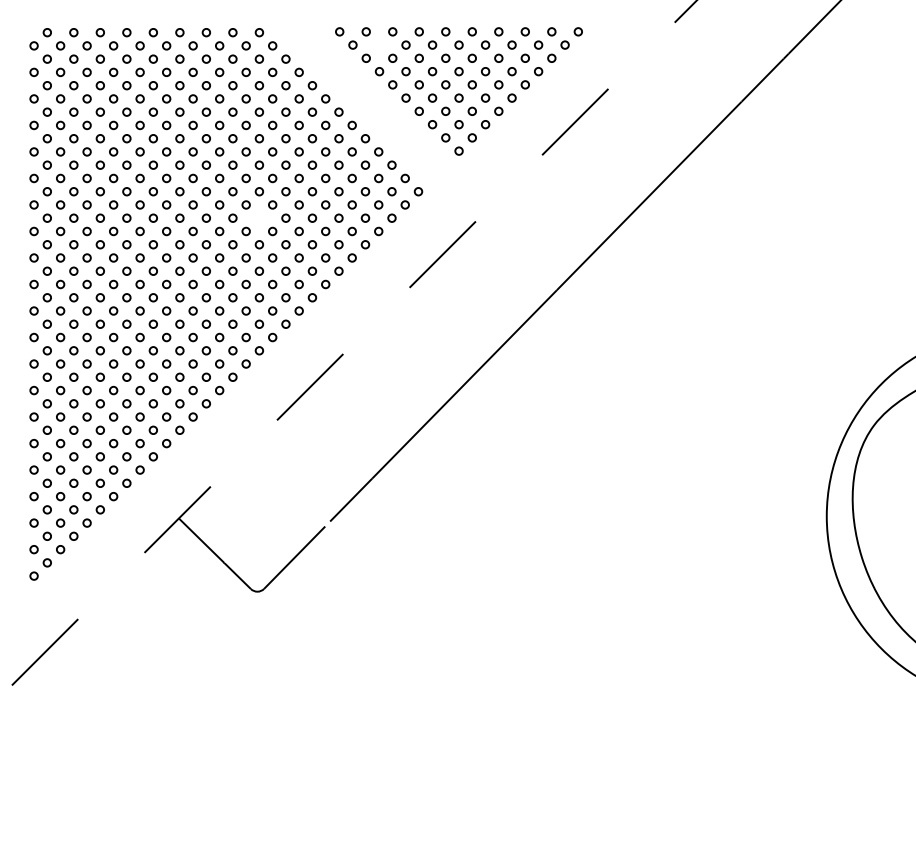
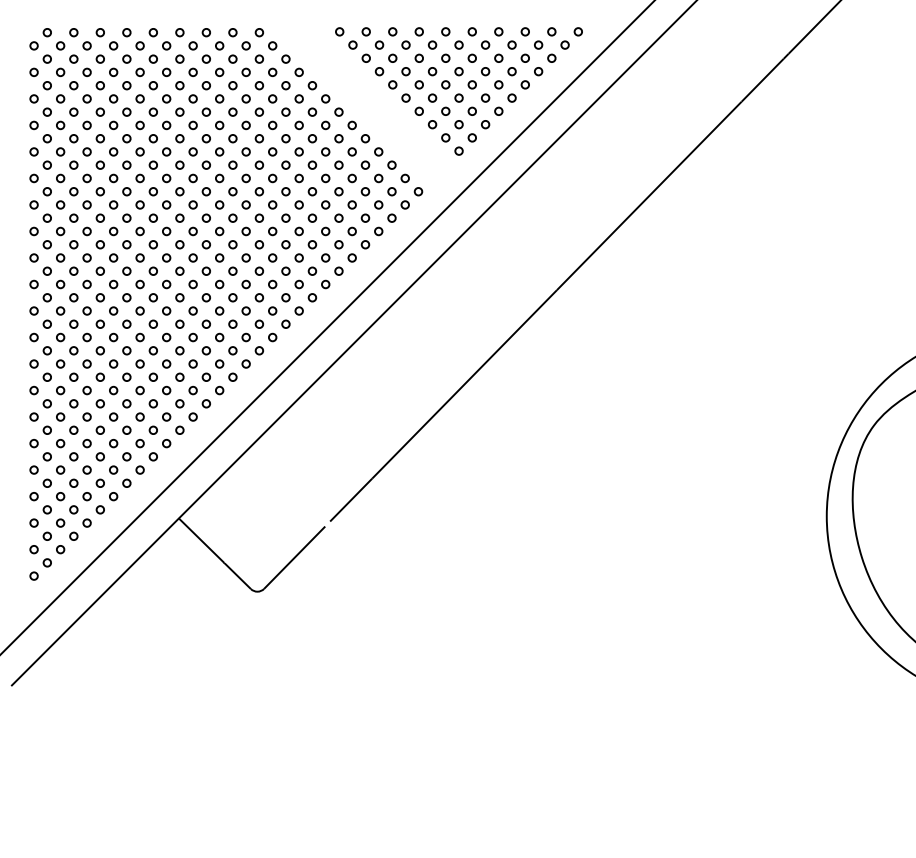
circle at (379, 44): none -> present
circle at (259, 217): none -> present
line at (327, 327): none -> present
line at (354, 342): dashed -> solid
